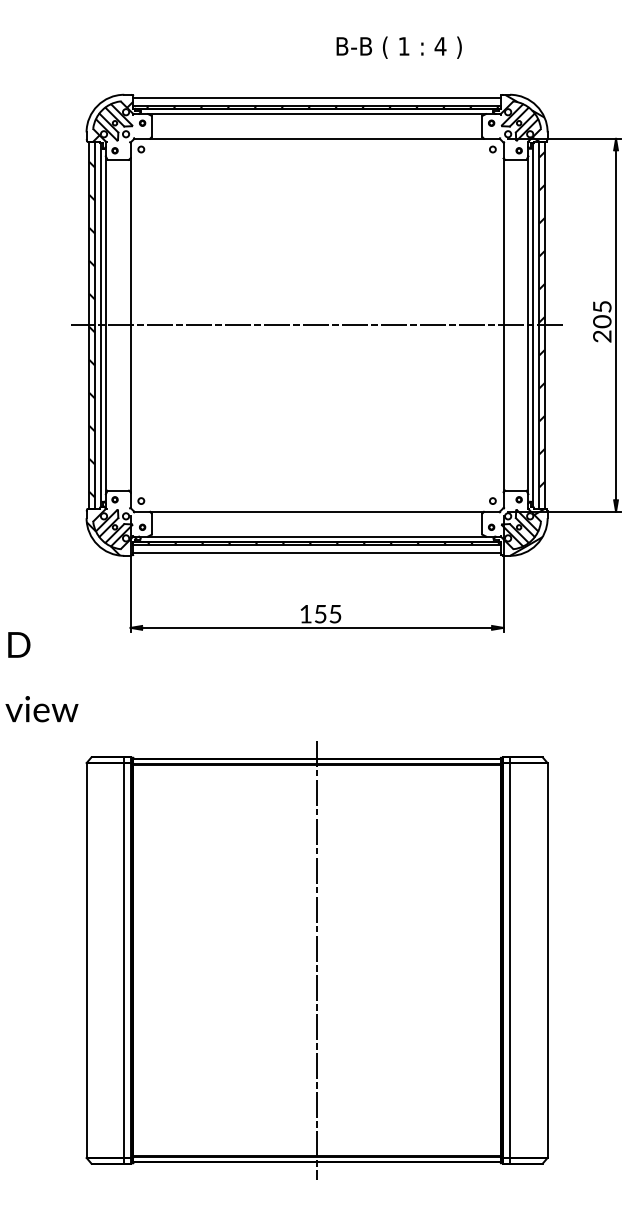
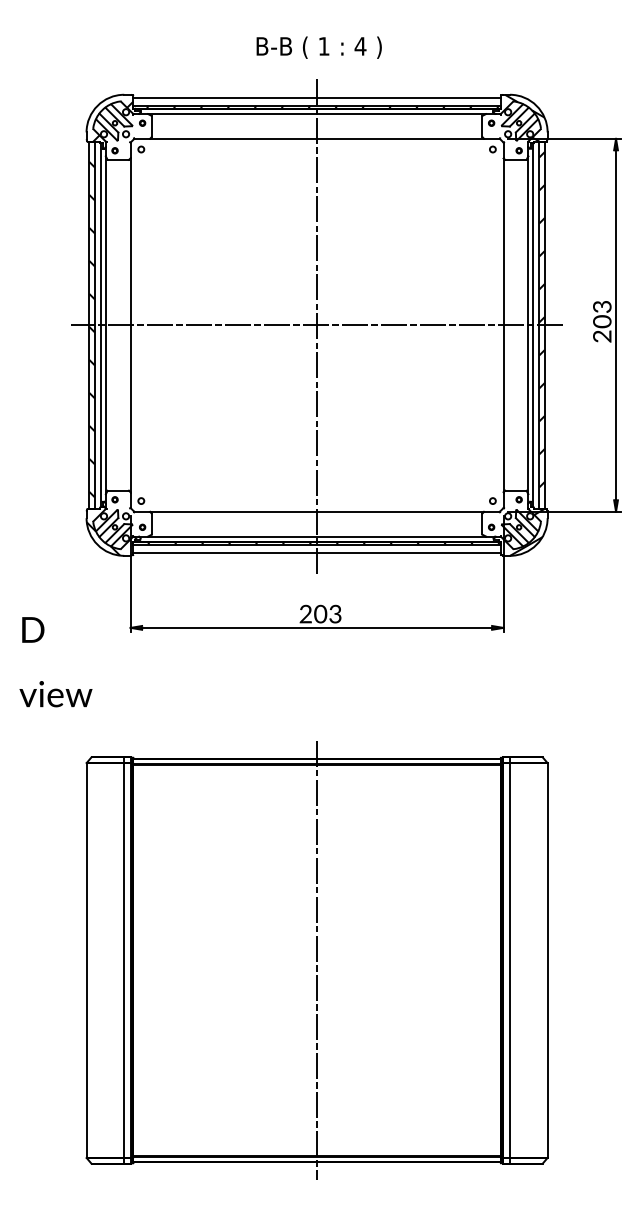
text at (398, 47) position: (398, 47) -> (318, 47)
text at (602, 306): 205 -> 203
line at (317, 327): none -> present
text at (320, 613): 155 -> 203
text at (41, 677) position: (41, 677) -> (55, 662)
